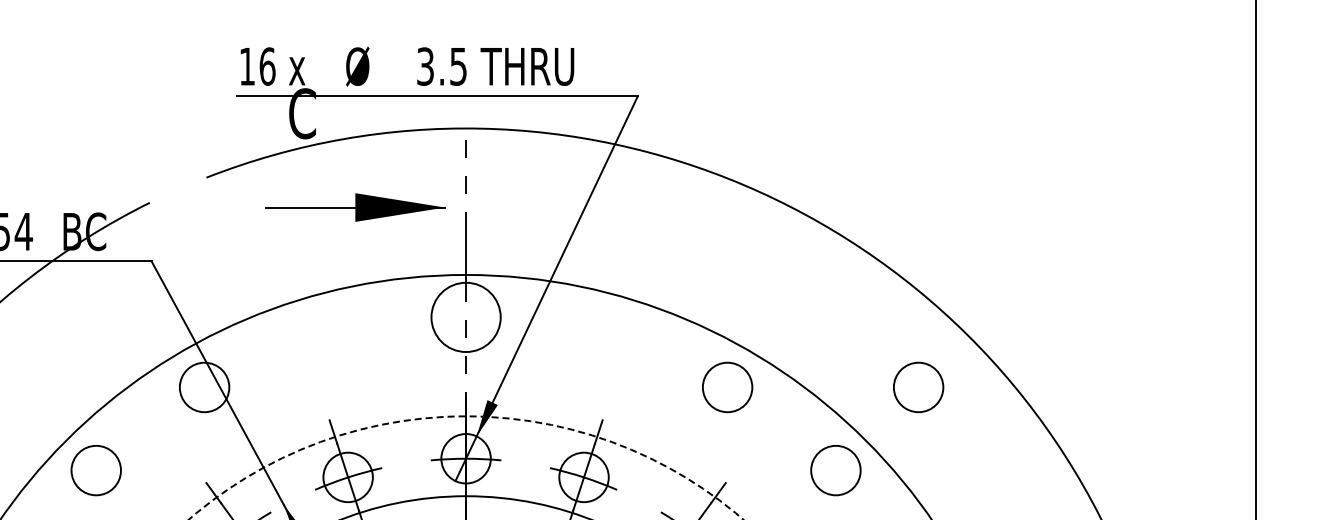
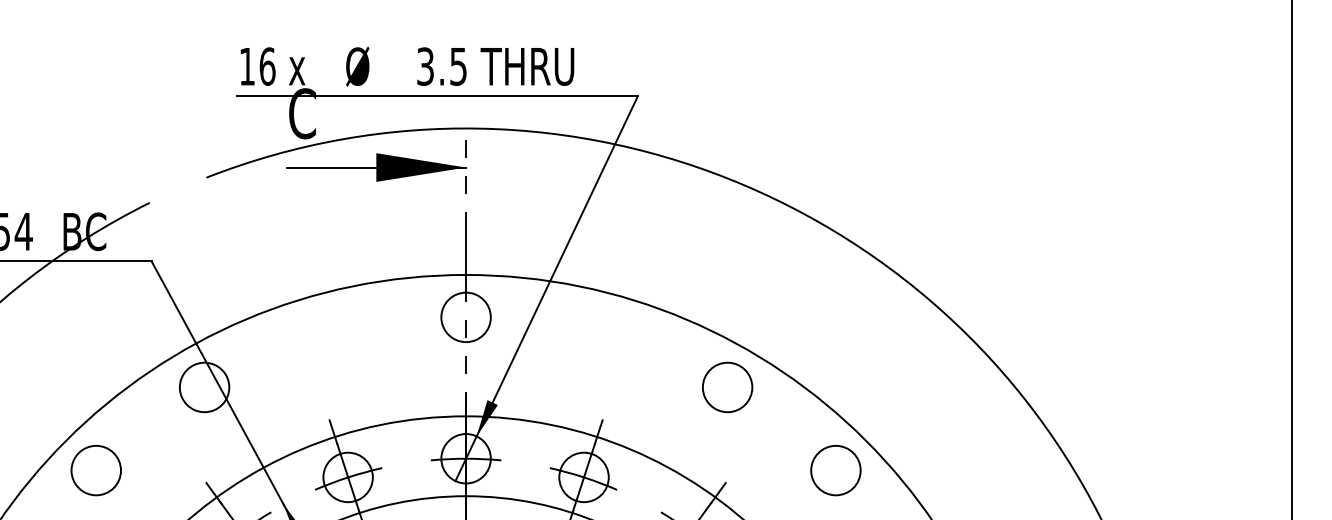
part at (355, 207) position: (355, 207) -> (376, 167)
line at (1256, 259) position: (1256, 259) -> (1292, 259)
circle at (465, 317) diameter: 69 px -> 49 px
circle at (918, 387): present -> none
circle at (466, 467): dashed -> solid
